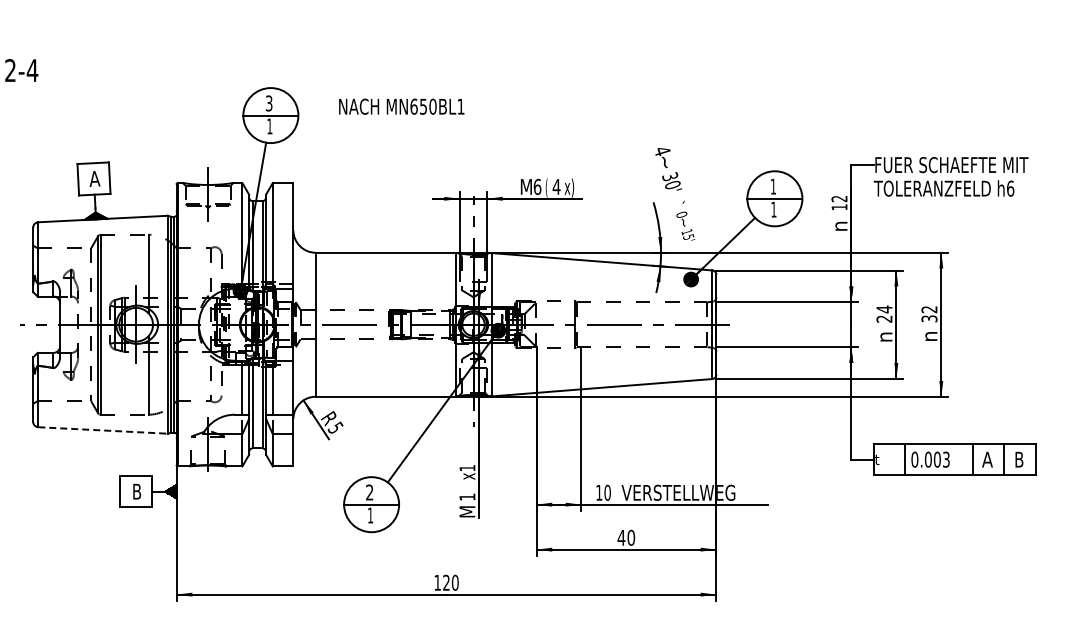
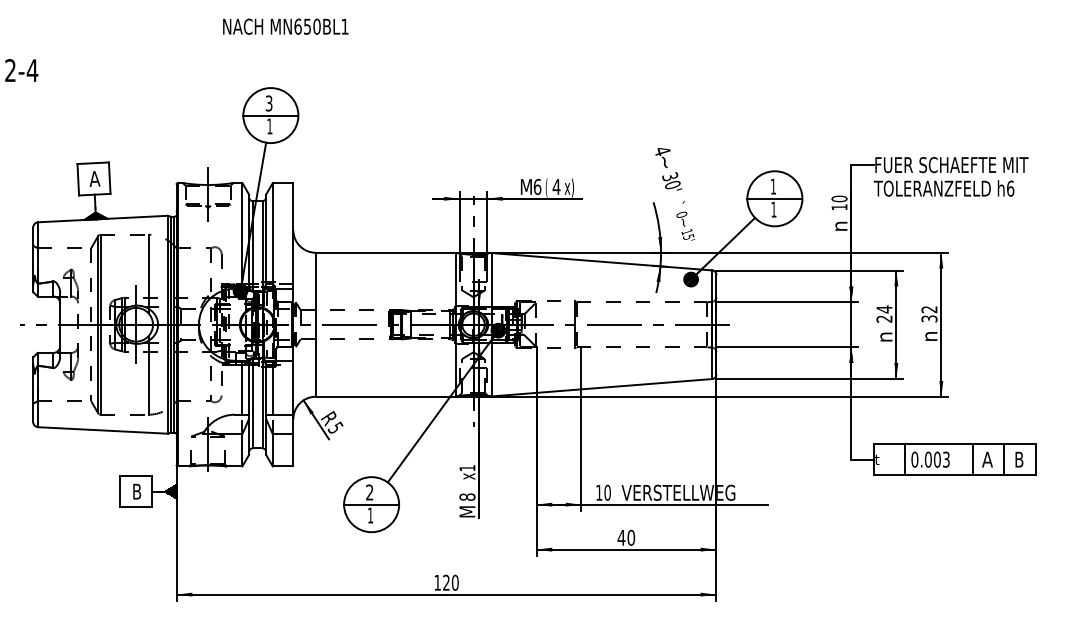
text at (401, 106) position: (401, 106) -> (285, 26)
text at (839, 198): 12 -> 10
line at (102, 430): dashed -> solid
text at (467, 496): 1 -> 8
